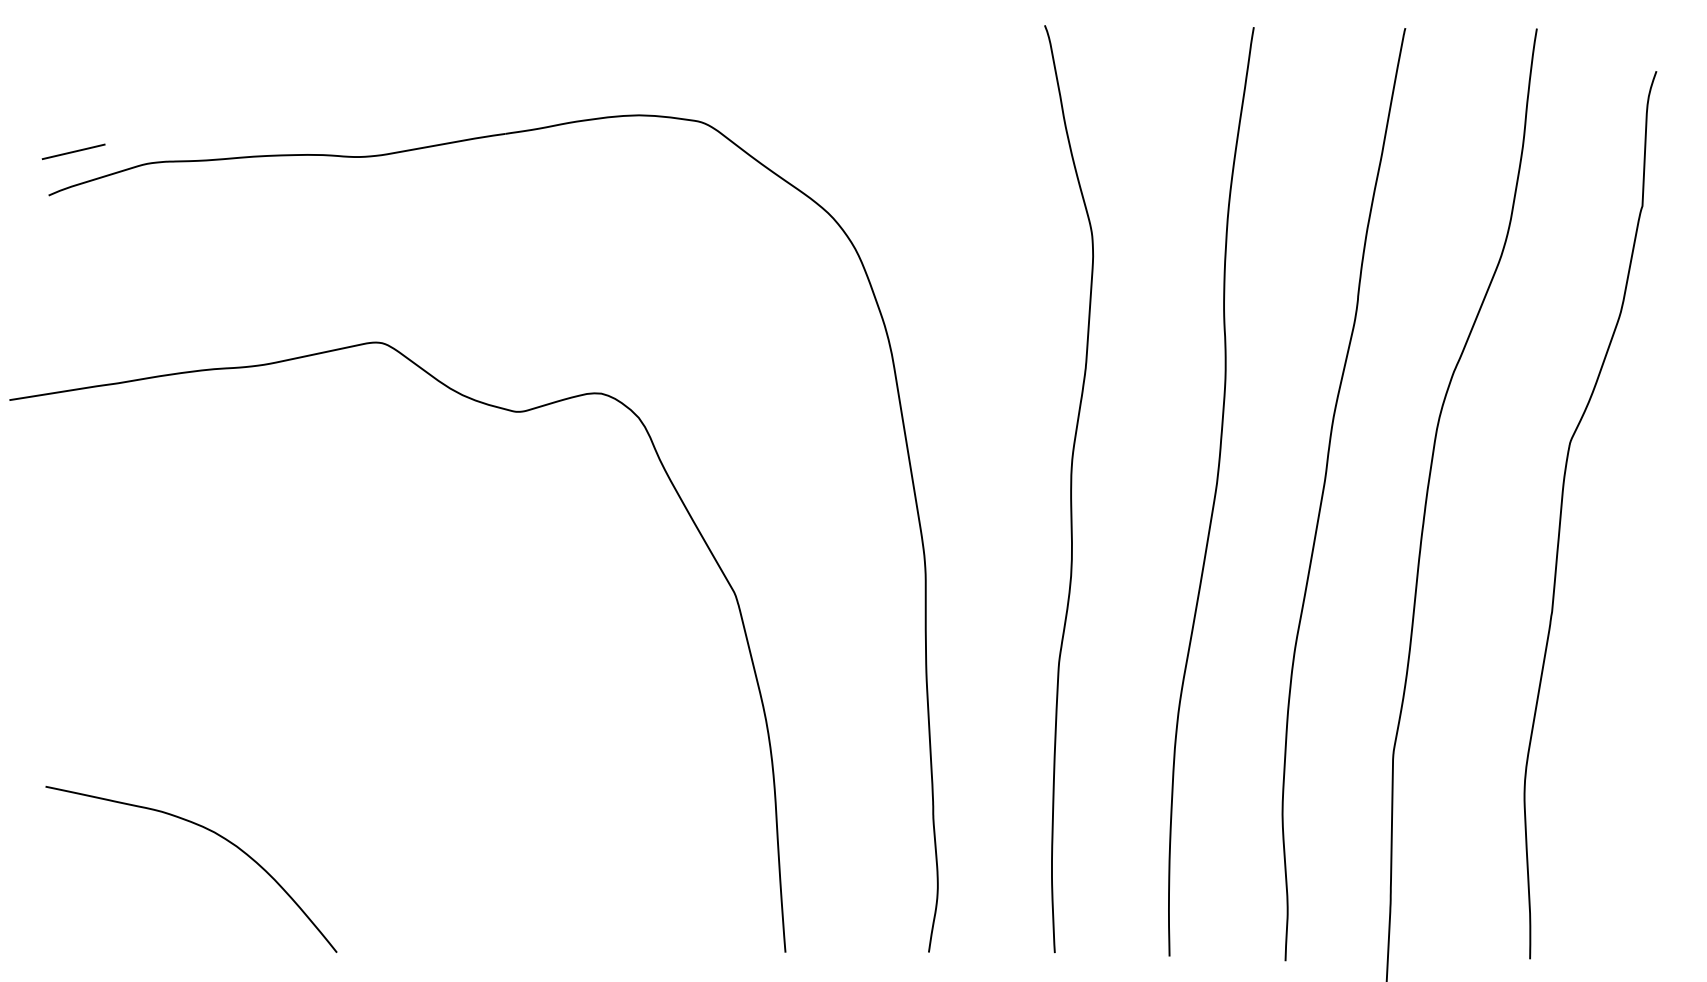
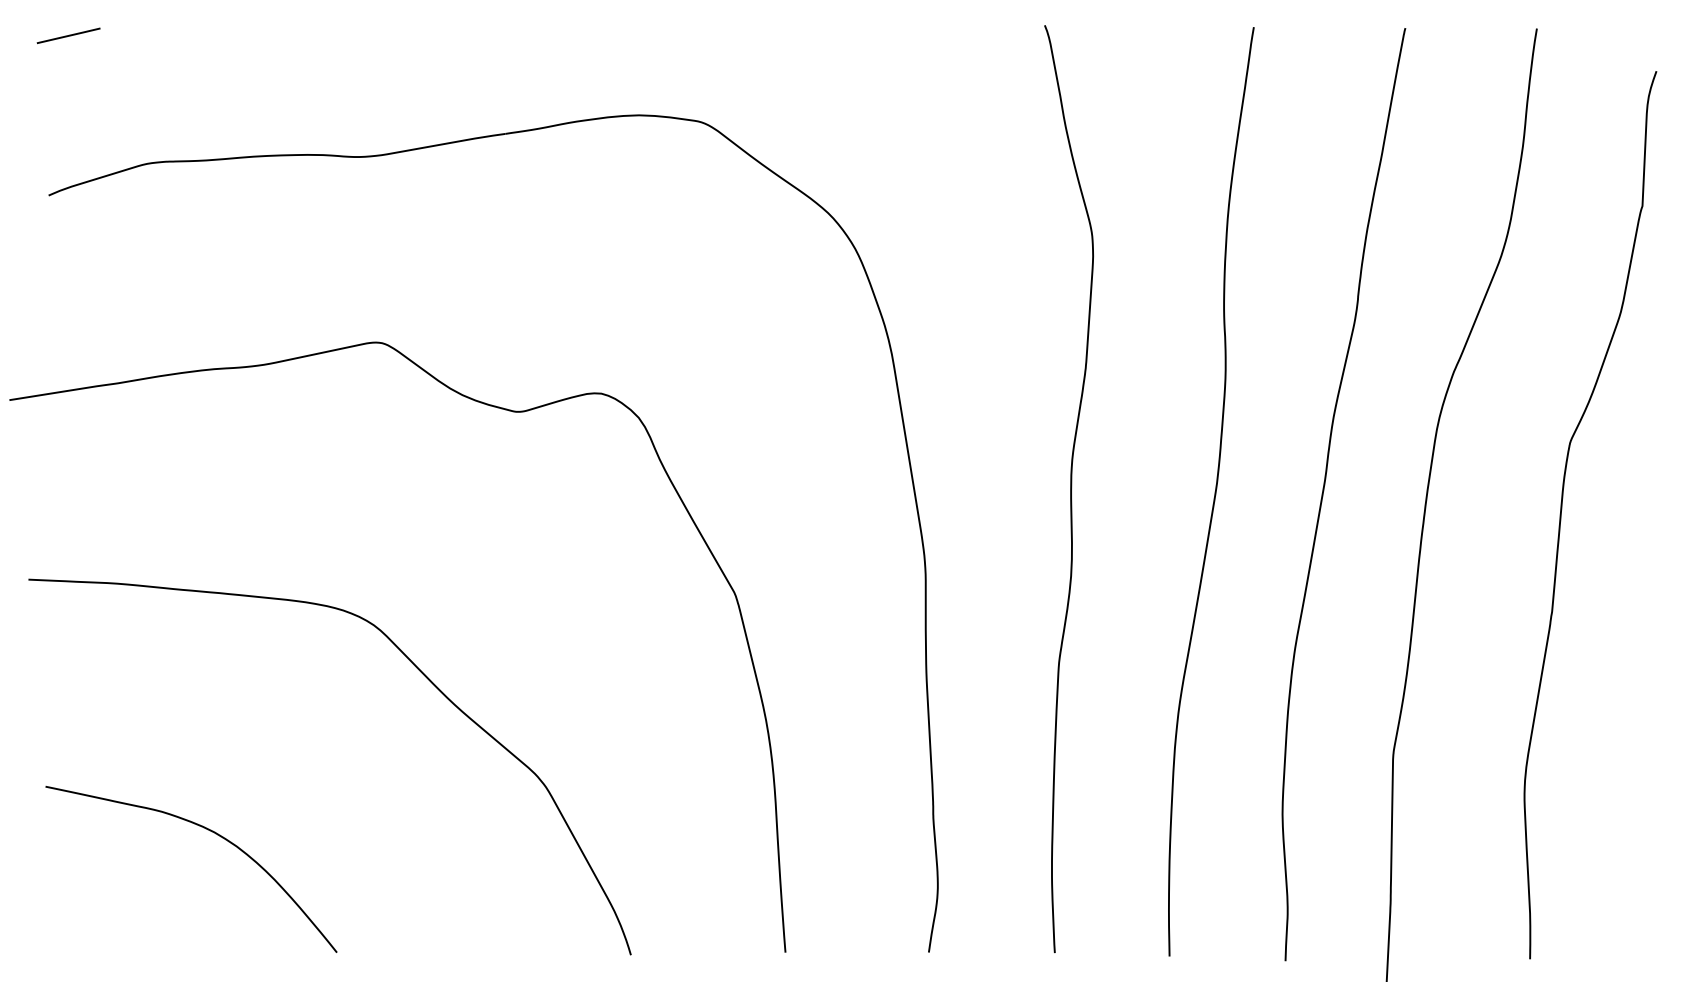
line at (73, 151) position: (73, 151) -> (68, 35)
curve at (421, 673): none -> present
